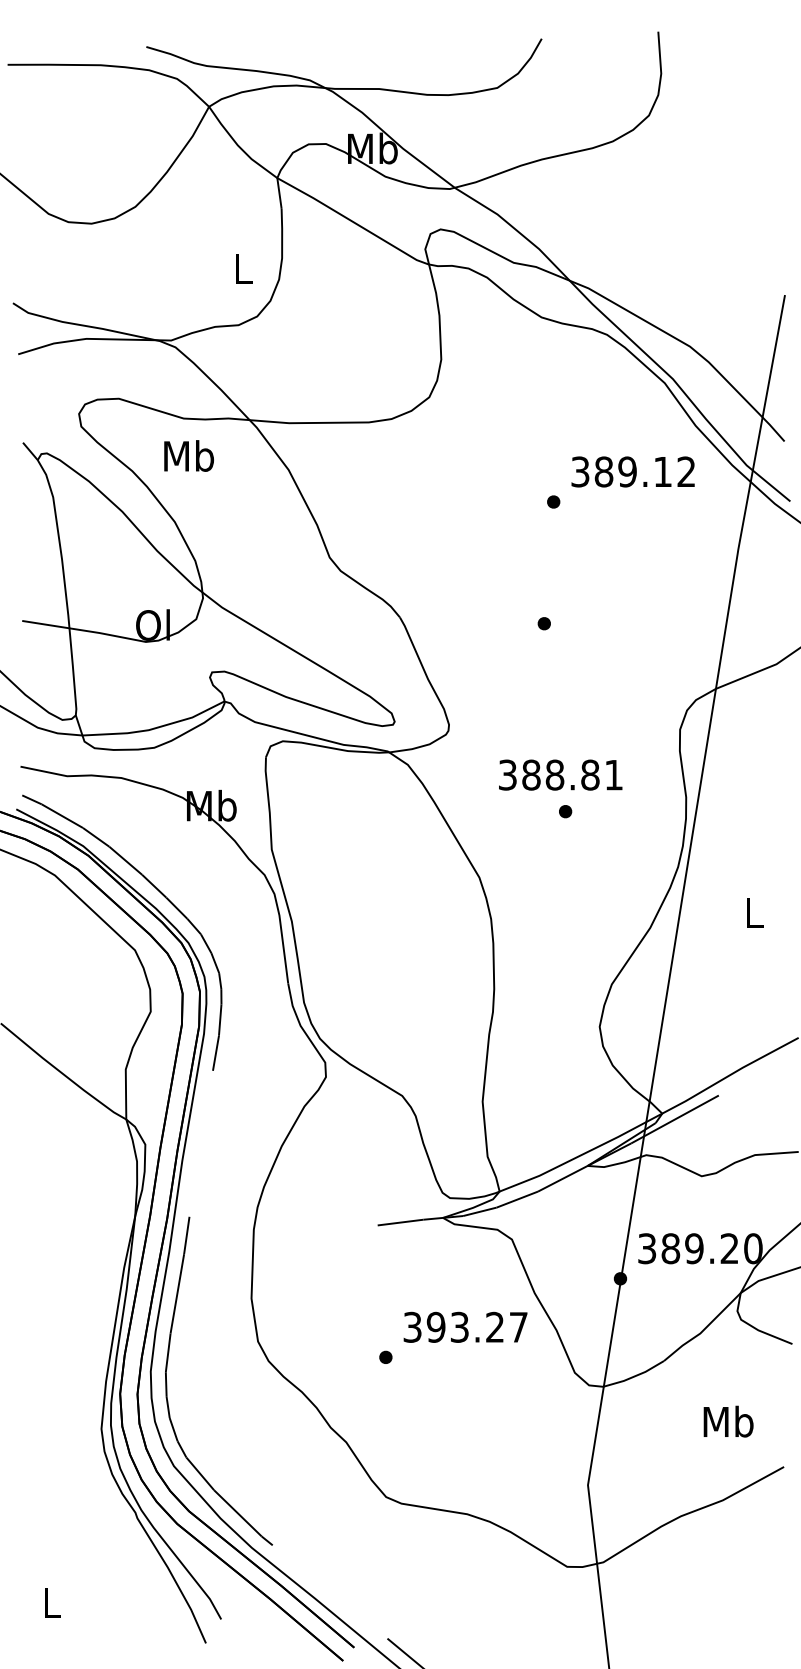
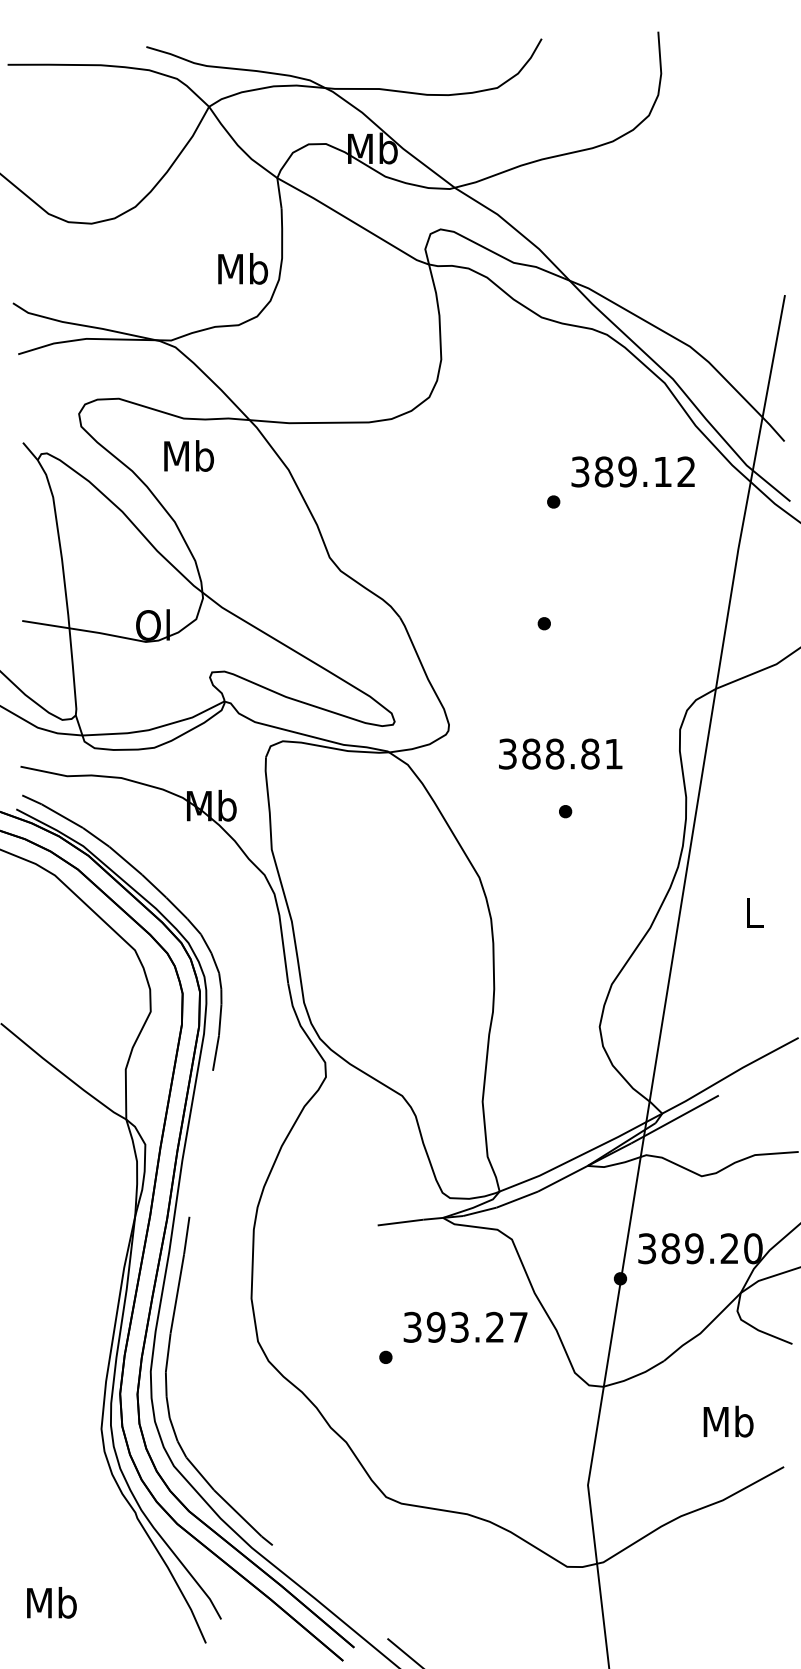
text at (243, 268): L -> Mb
text at (560, 774) position: (560, 774) -> (560, 753)
text at (51, 1602): L -> Mb
